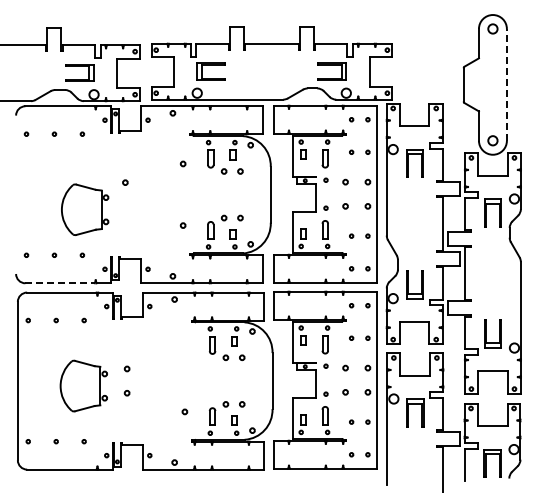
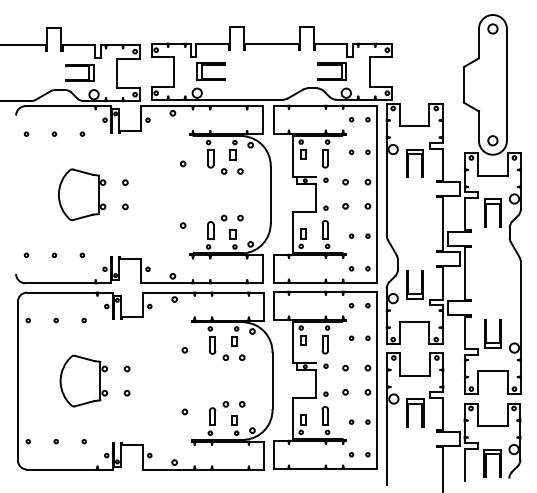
line at (506, 84): dashed -> solid
circle at (125, 206): none -> present
part at (85, 209) position: (85, 209) -> (82, 194)
line at (60, 283): dashed -> solid
circle at (184, 350): none -> present
part at (83, 385) position: (83, 385) -> (83, 380)
